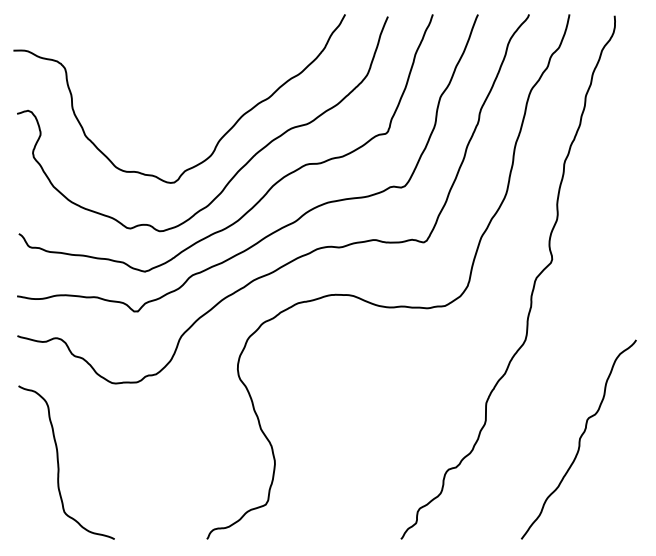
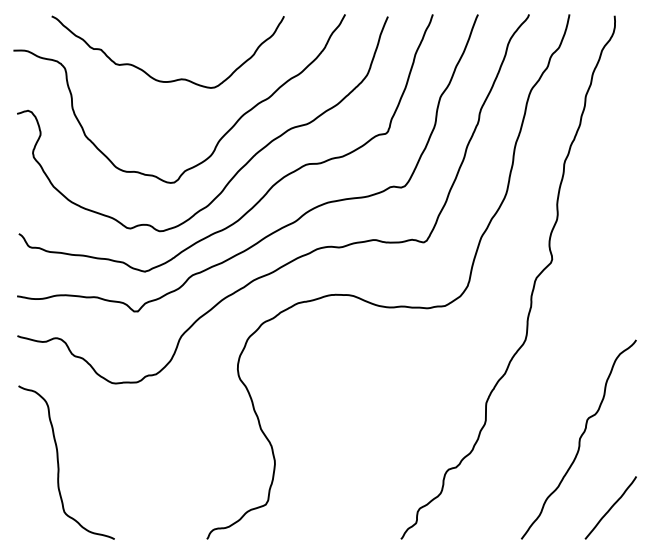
curve at (148, 73): none -> present
curve at (610, 507): none -> present
